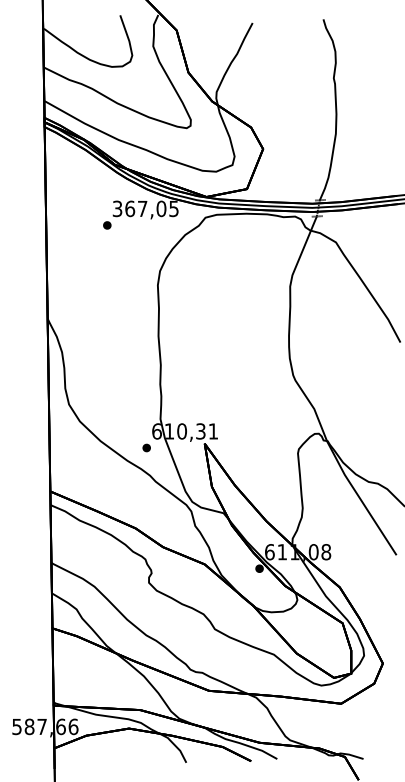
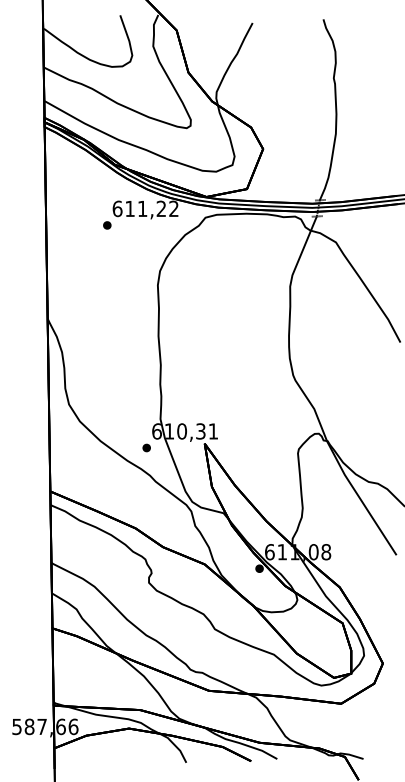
text at (145, 208): 367,05 -> 611,22
